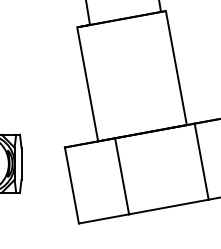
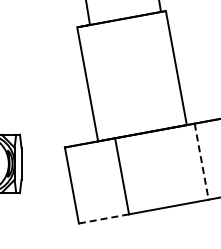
line at (201, 161): solid -> dashed
line at (104, 218): solid -> dashed
